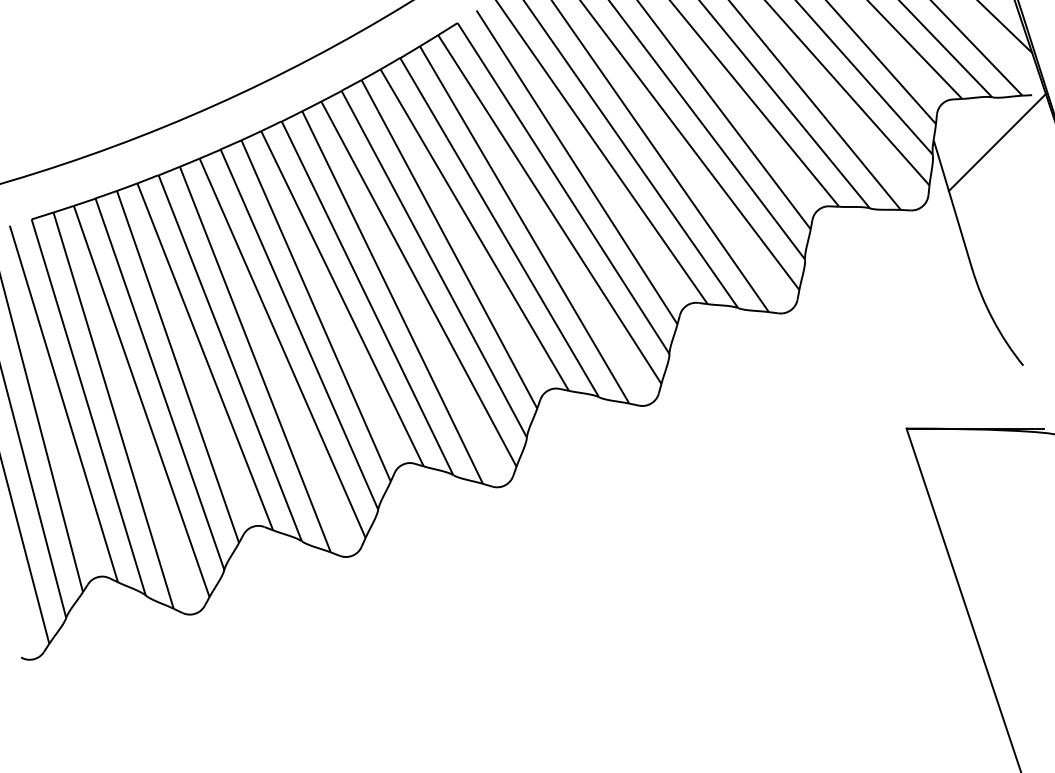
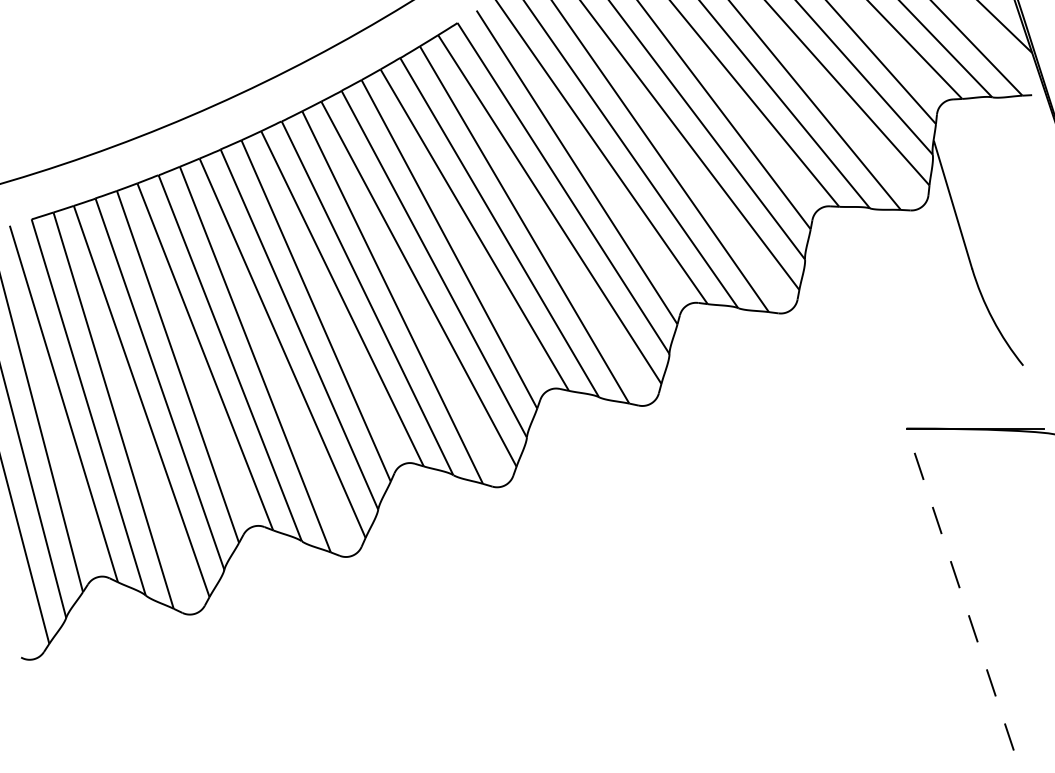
line at (996, 142): present -> none
line at (963, 600): solid -> dashed
